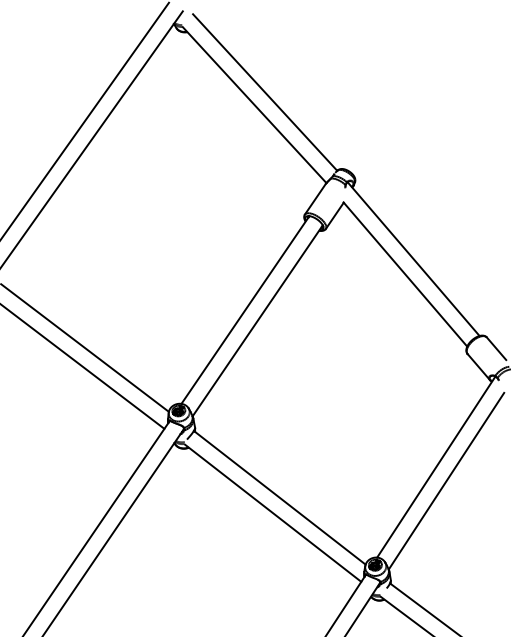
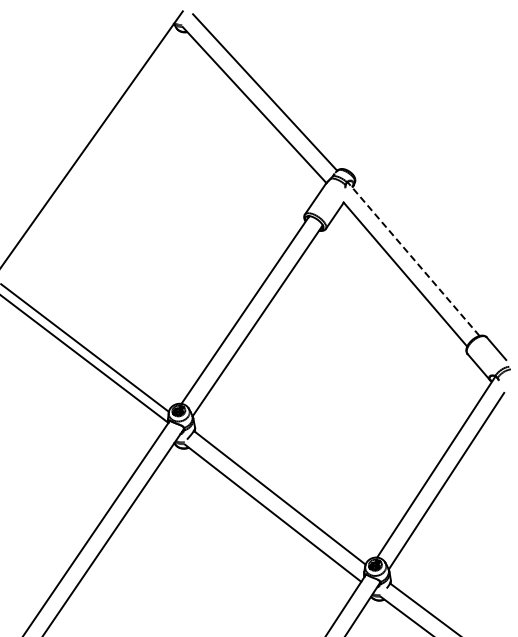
line at (85, 119): present -> none
line at (413, 258): solid -> dashed
line at (83, 366) position: (83, 366) -> (85, 359)
